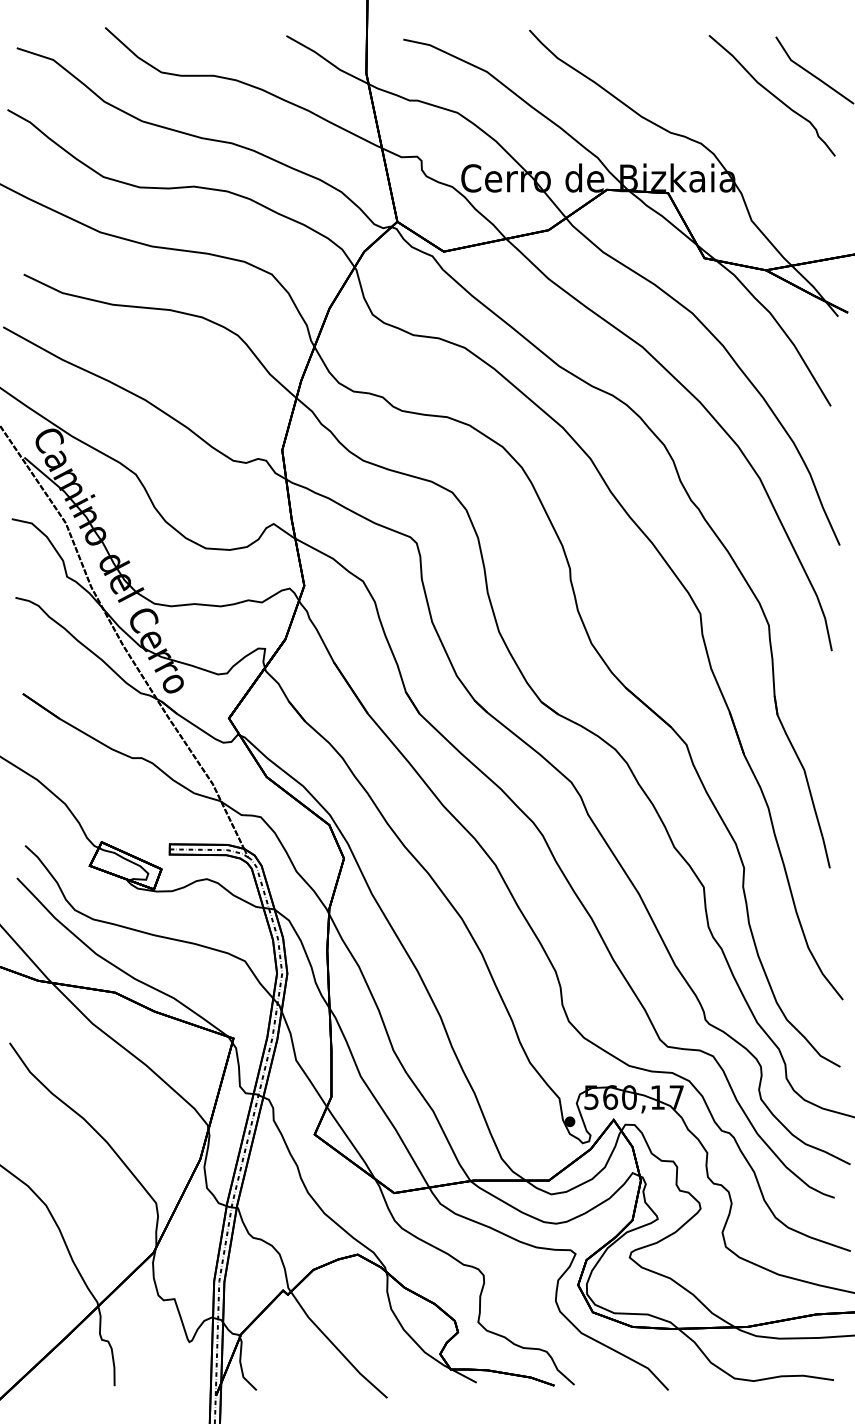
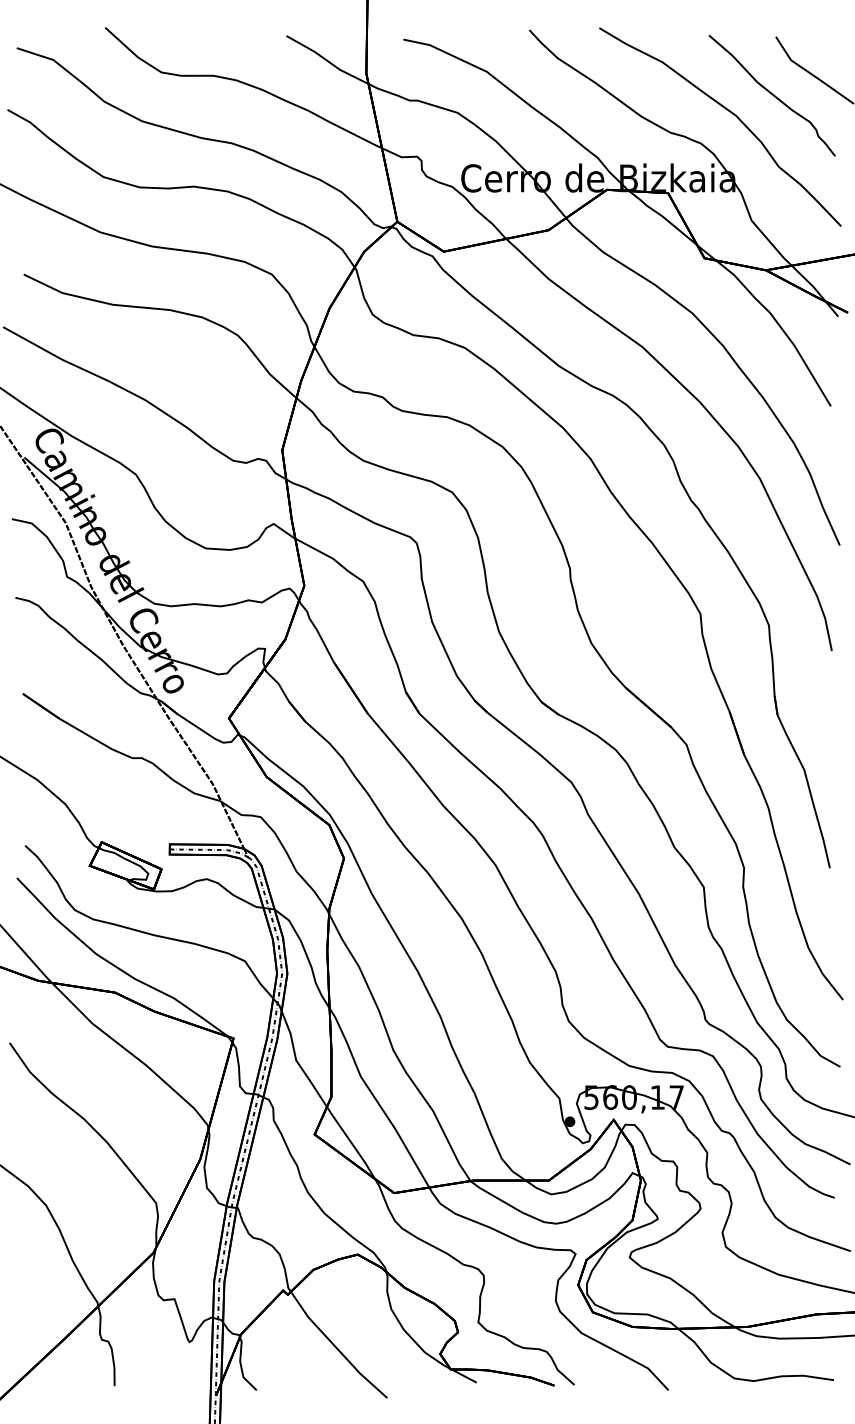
curve at (729, 112): none -> present
